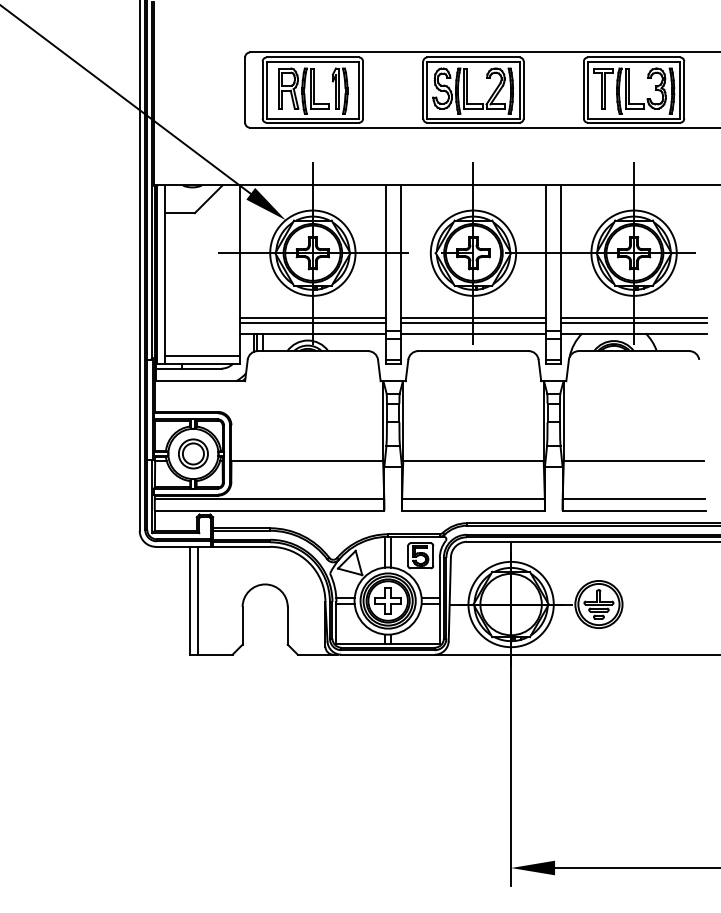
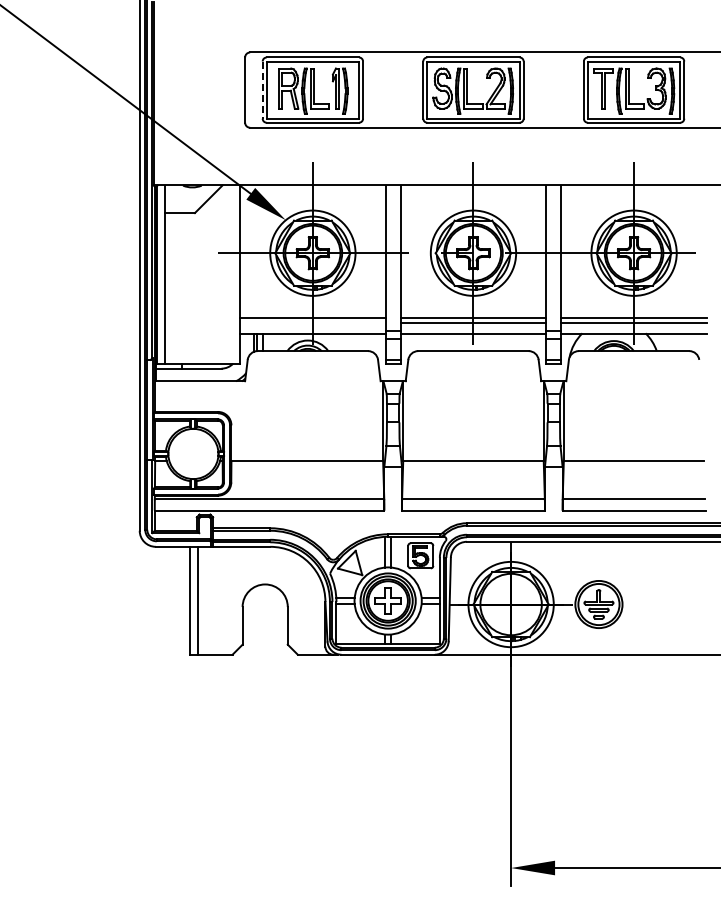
line at (262, 90): solid -> dashed
line at (312, 323): present -> none
line at (202, 356): present -> none
part at (193, 453): present -> none
